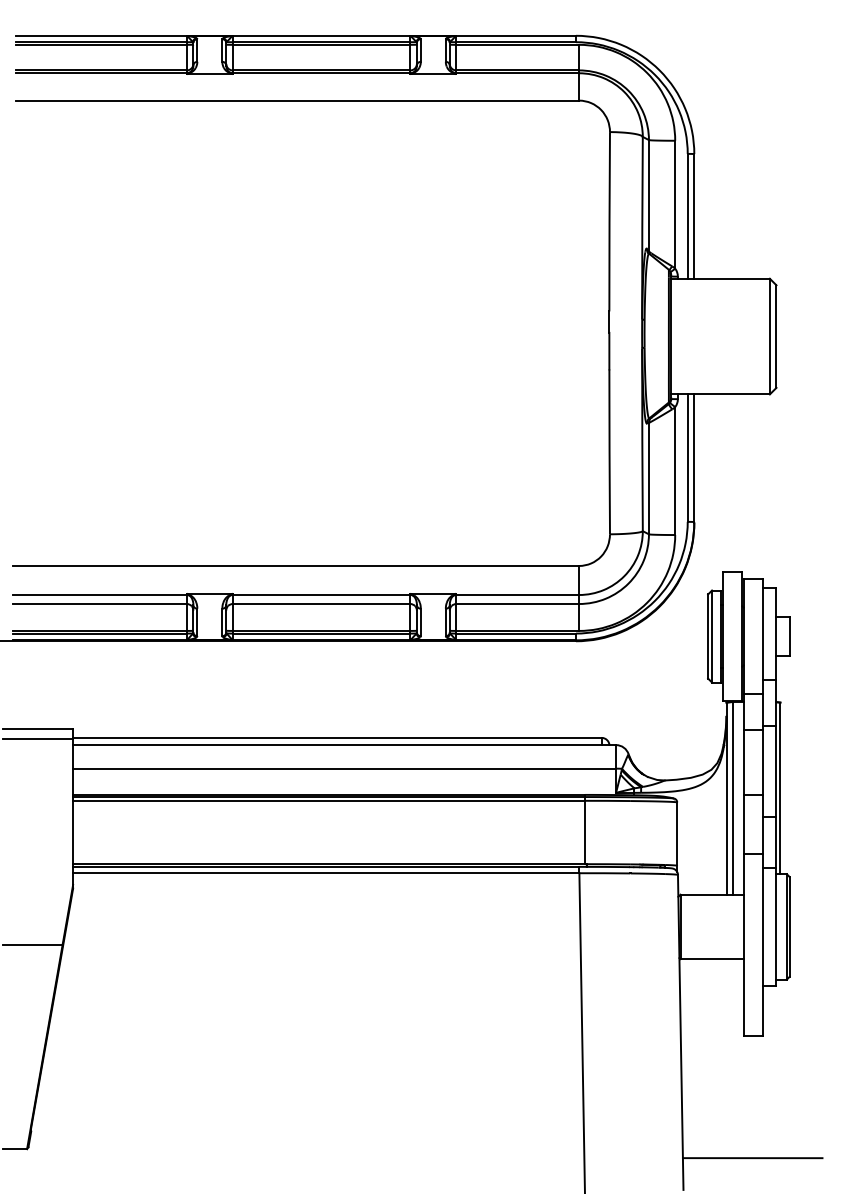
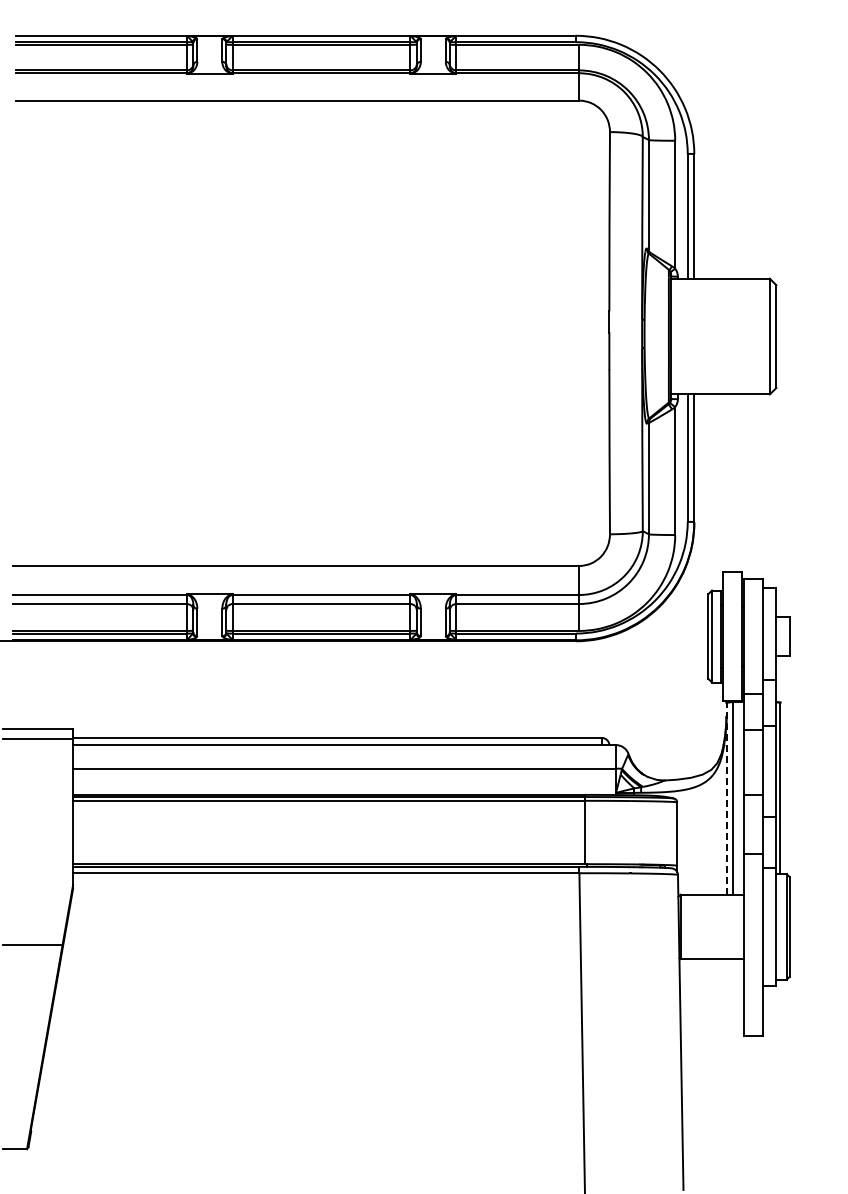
line at (726, 798): solid -> dashed
line at (752, 1158): present -> none
